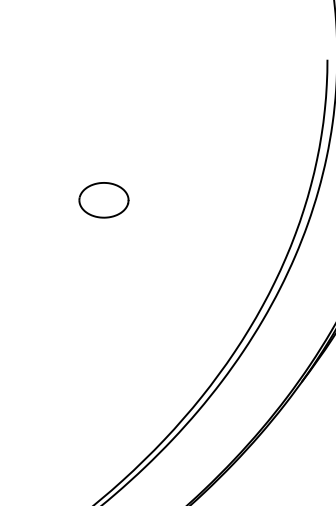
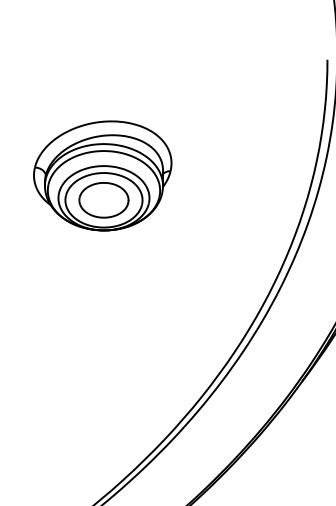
part at (102, 175): none -> present
